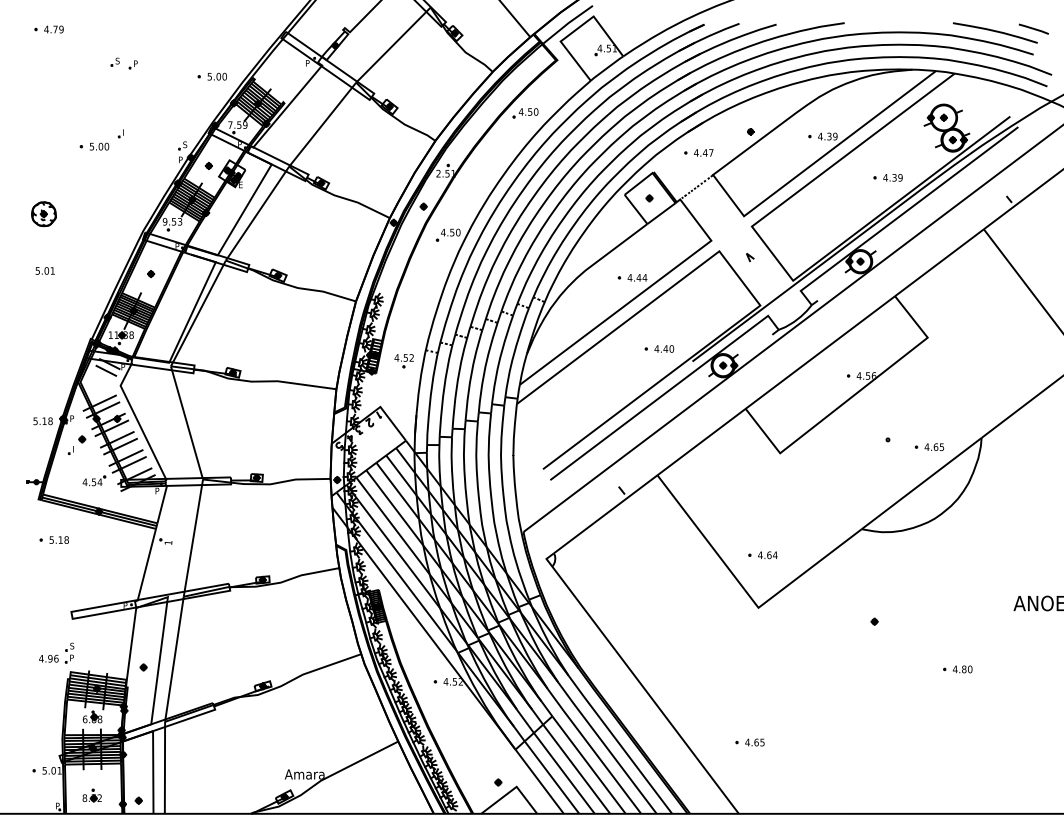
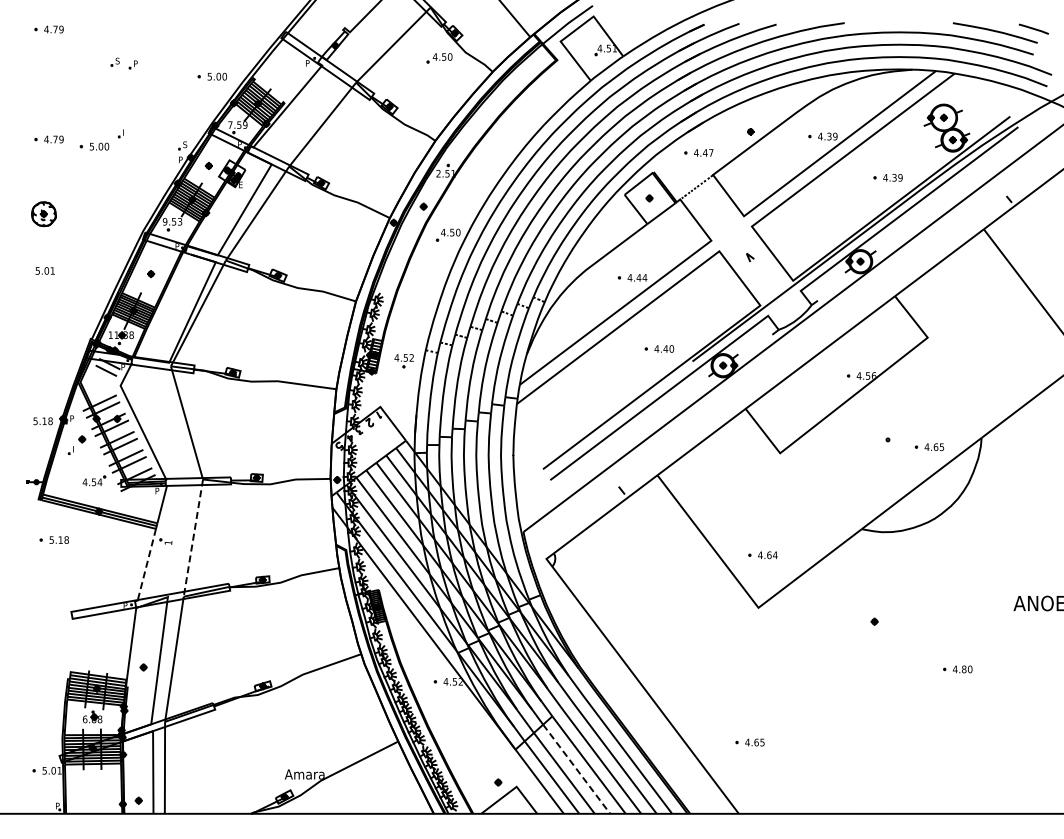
part at (525, 113) position: (525, 113) -> (439, 58)
part at (48, 139): none -> present
line at (193, 538): solid -> dashed
line at (146, 564): solid -> dashed
part at (56, 652): present -> none
line at (577, 769): solid -> dashed
part at (91, 795): present -> none
